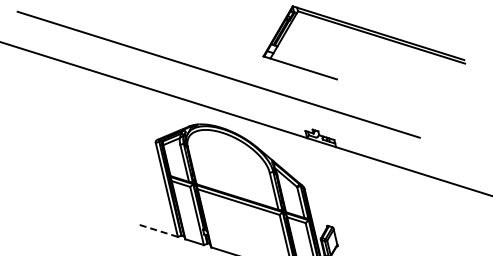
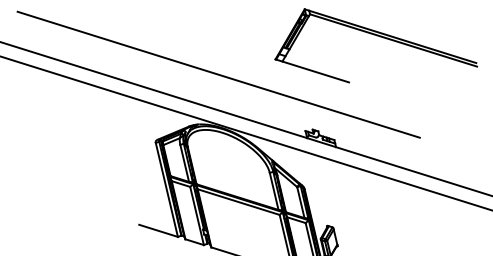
part at (368, 34) position: (368, 34) -> (380, 37)
line at (245, 133): none -> present
line at (158, 230): dashed -> solid
